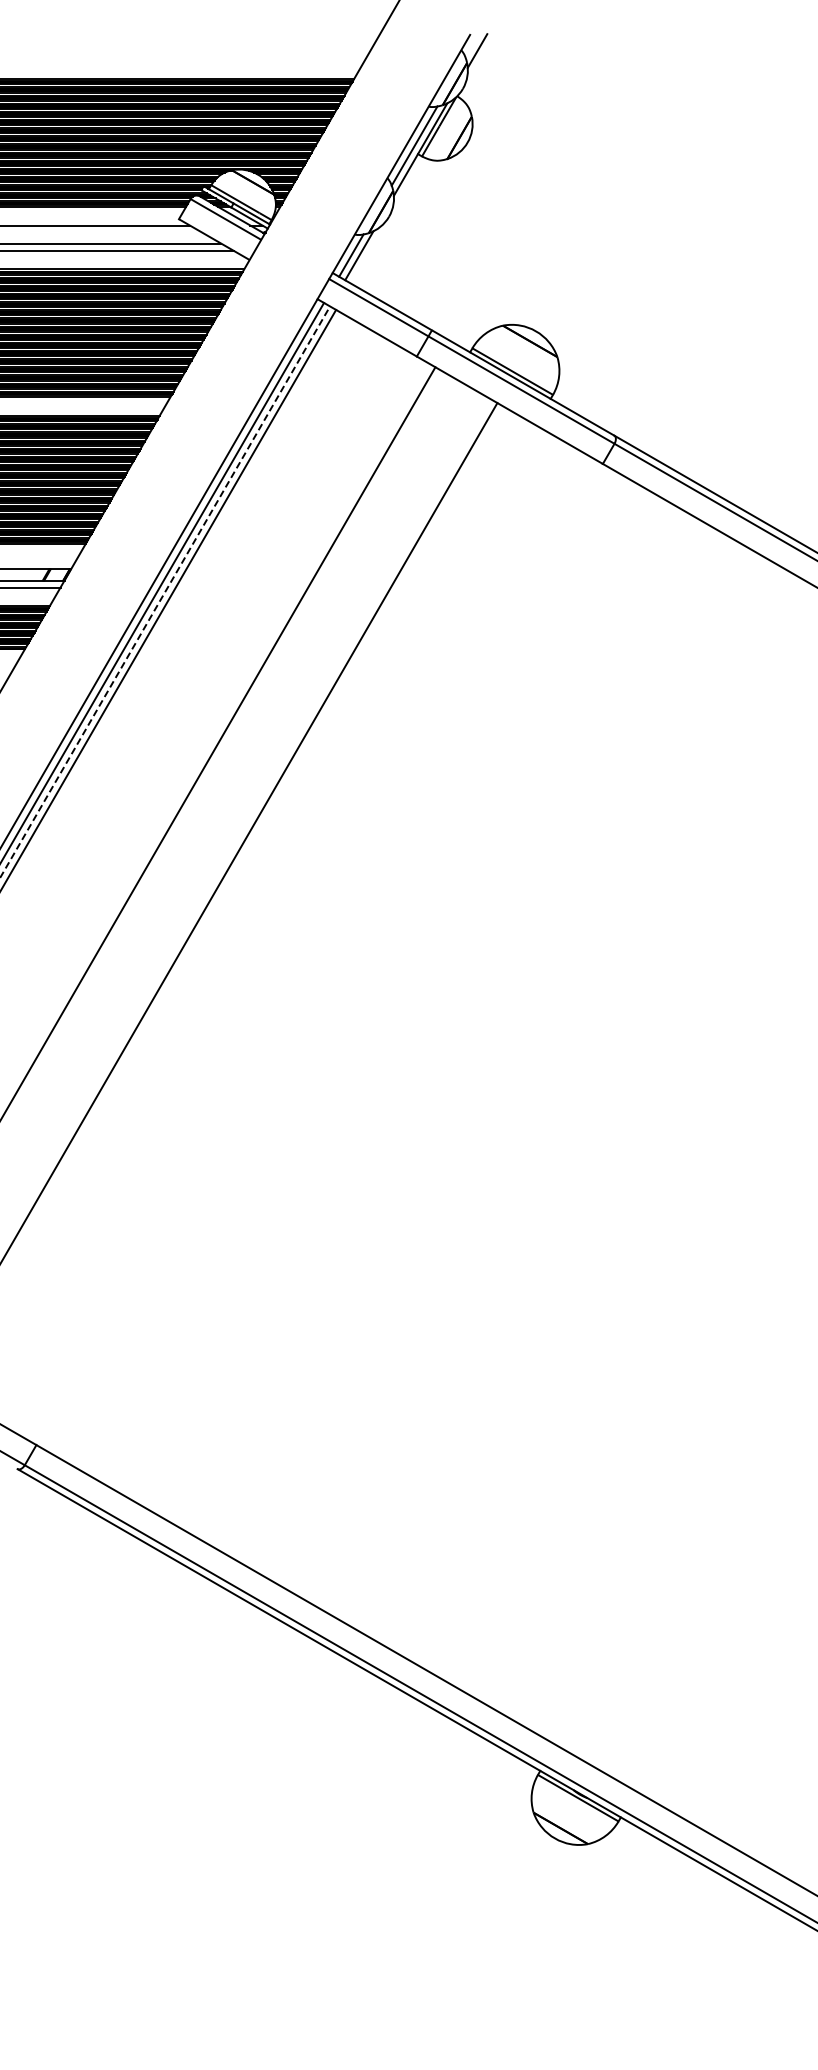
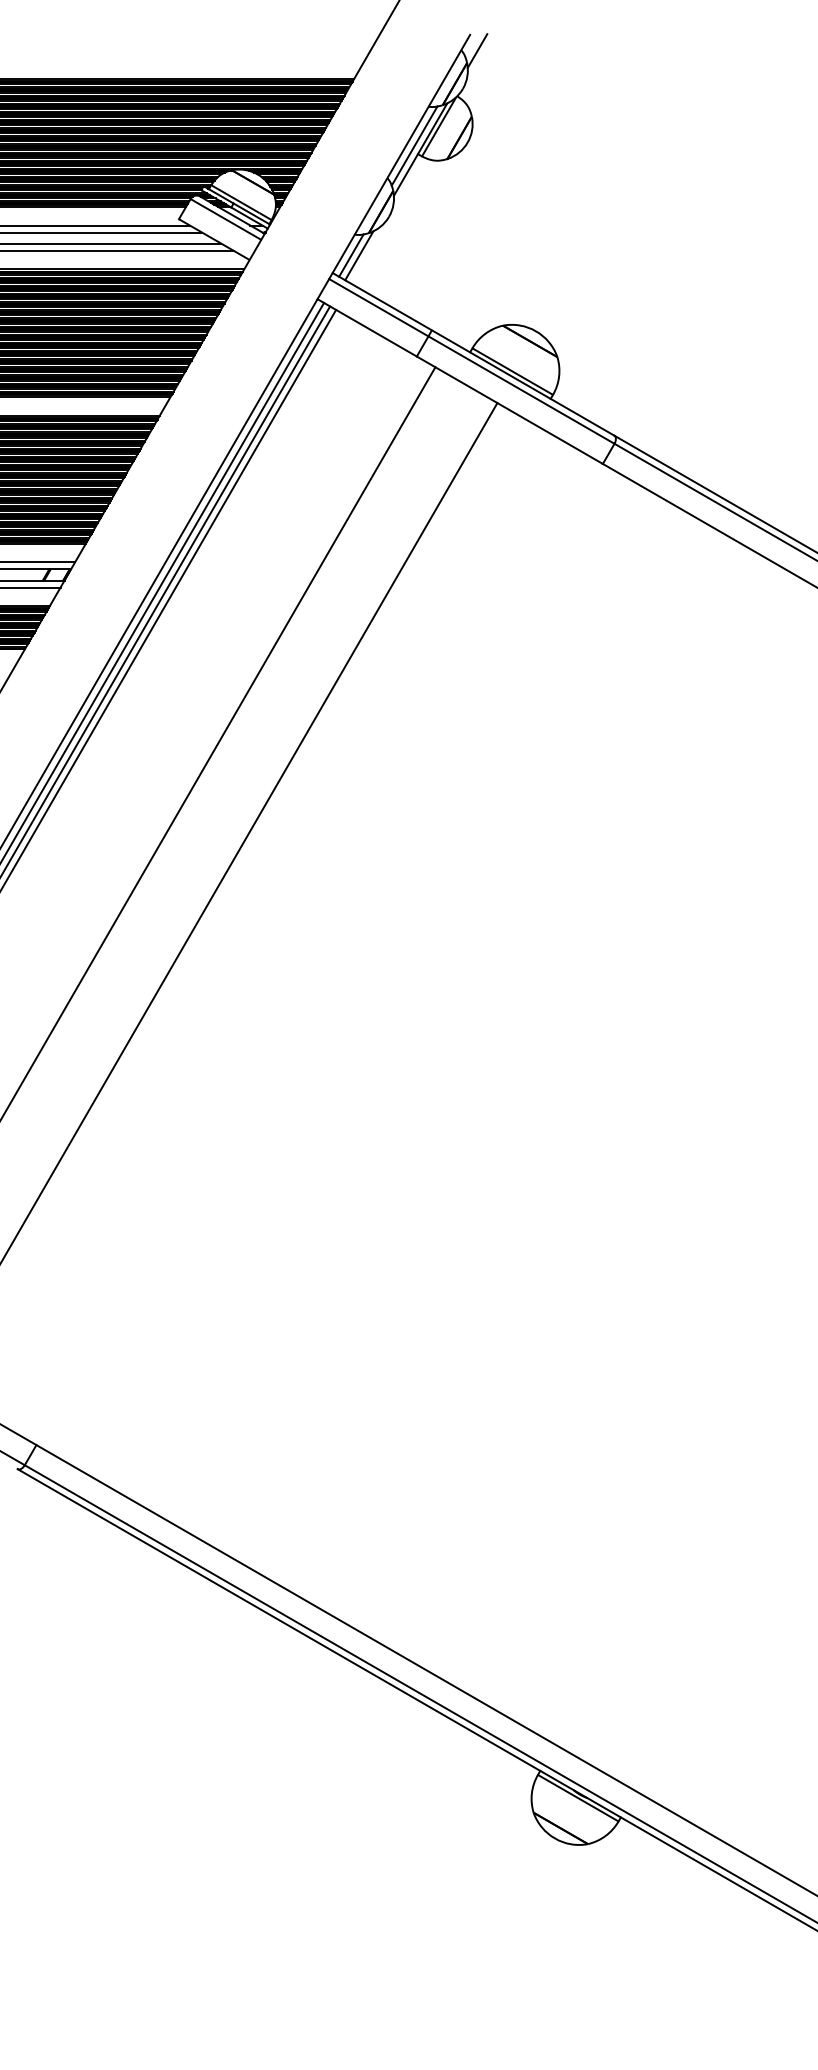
line at (102, 232): none -> present
line at (38, 562): none -> present
line at (165, 592): dashed -> solid
